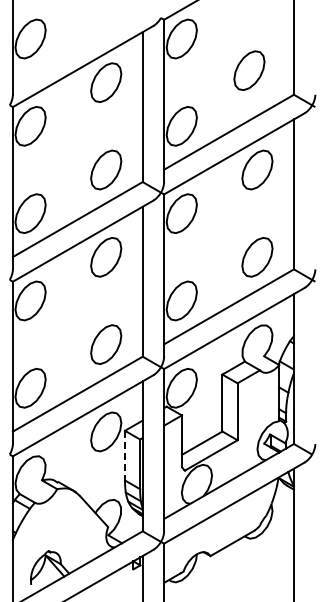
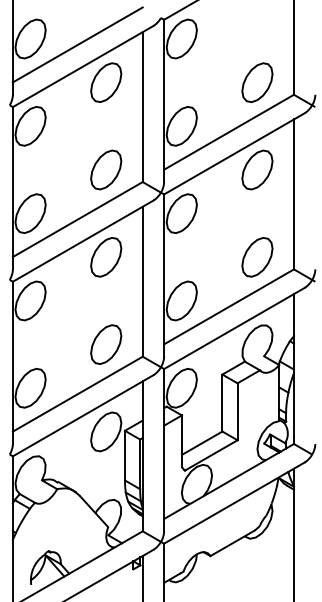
line at (77, 44): none -> present
part at (249, 70) position: (249, 70) -> (257, 82)
line at (125, 455): dashed -> solid
